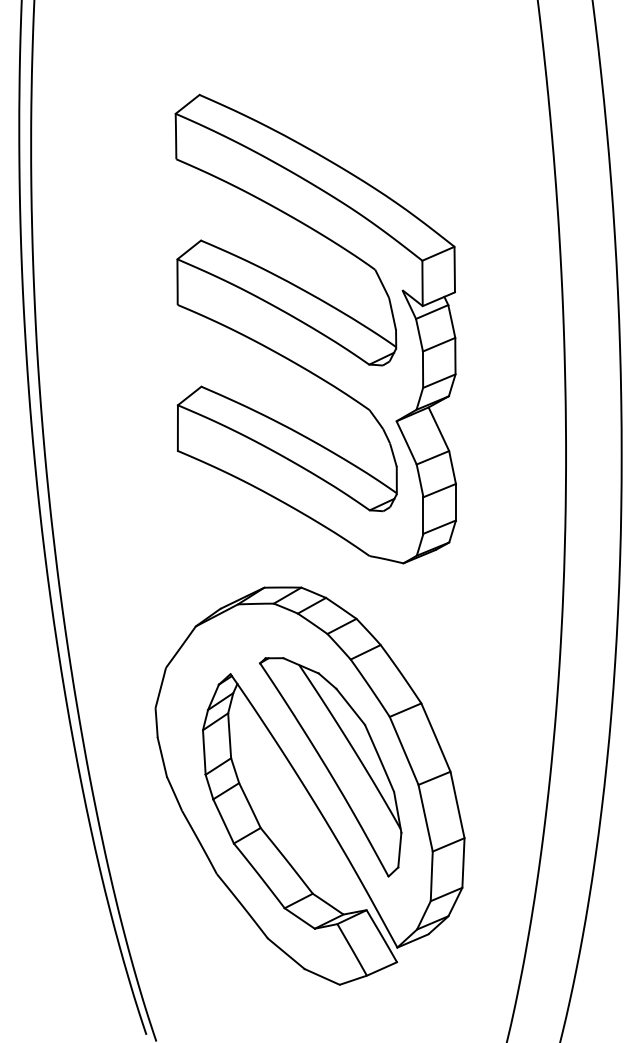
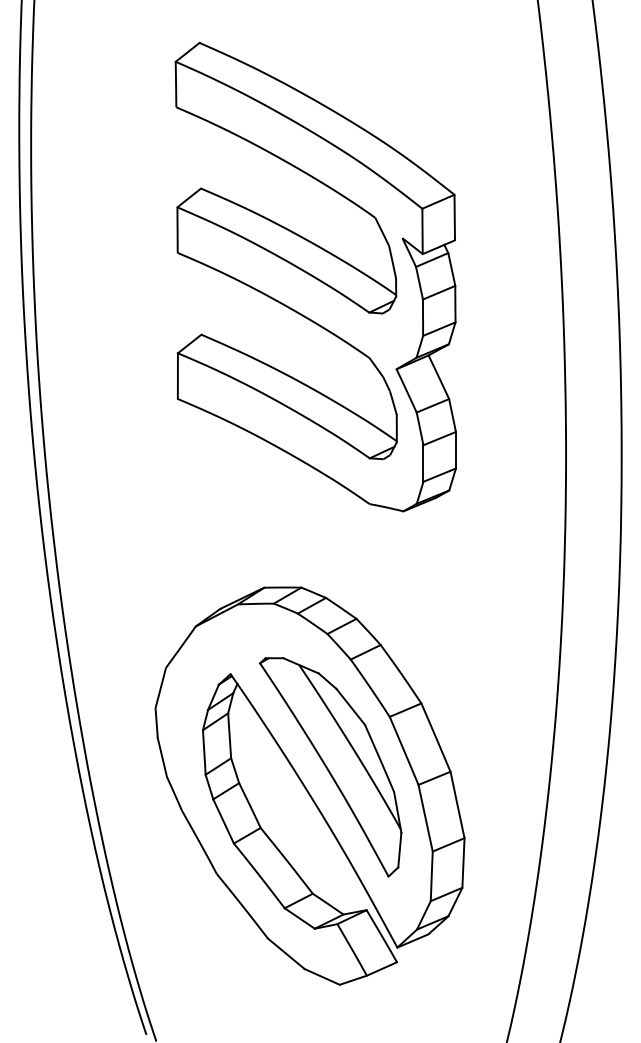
part at (315, 328) position: (315, 328) -> (315, 276)
